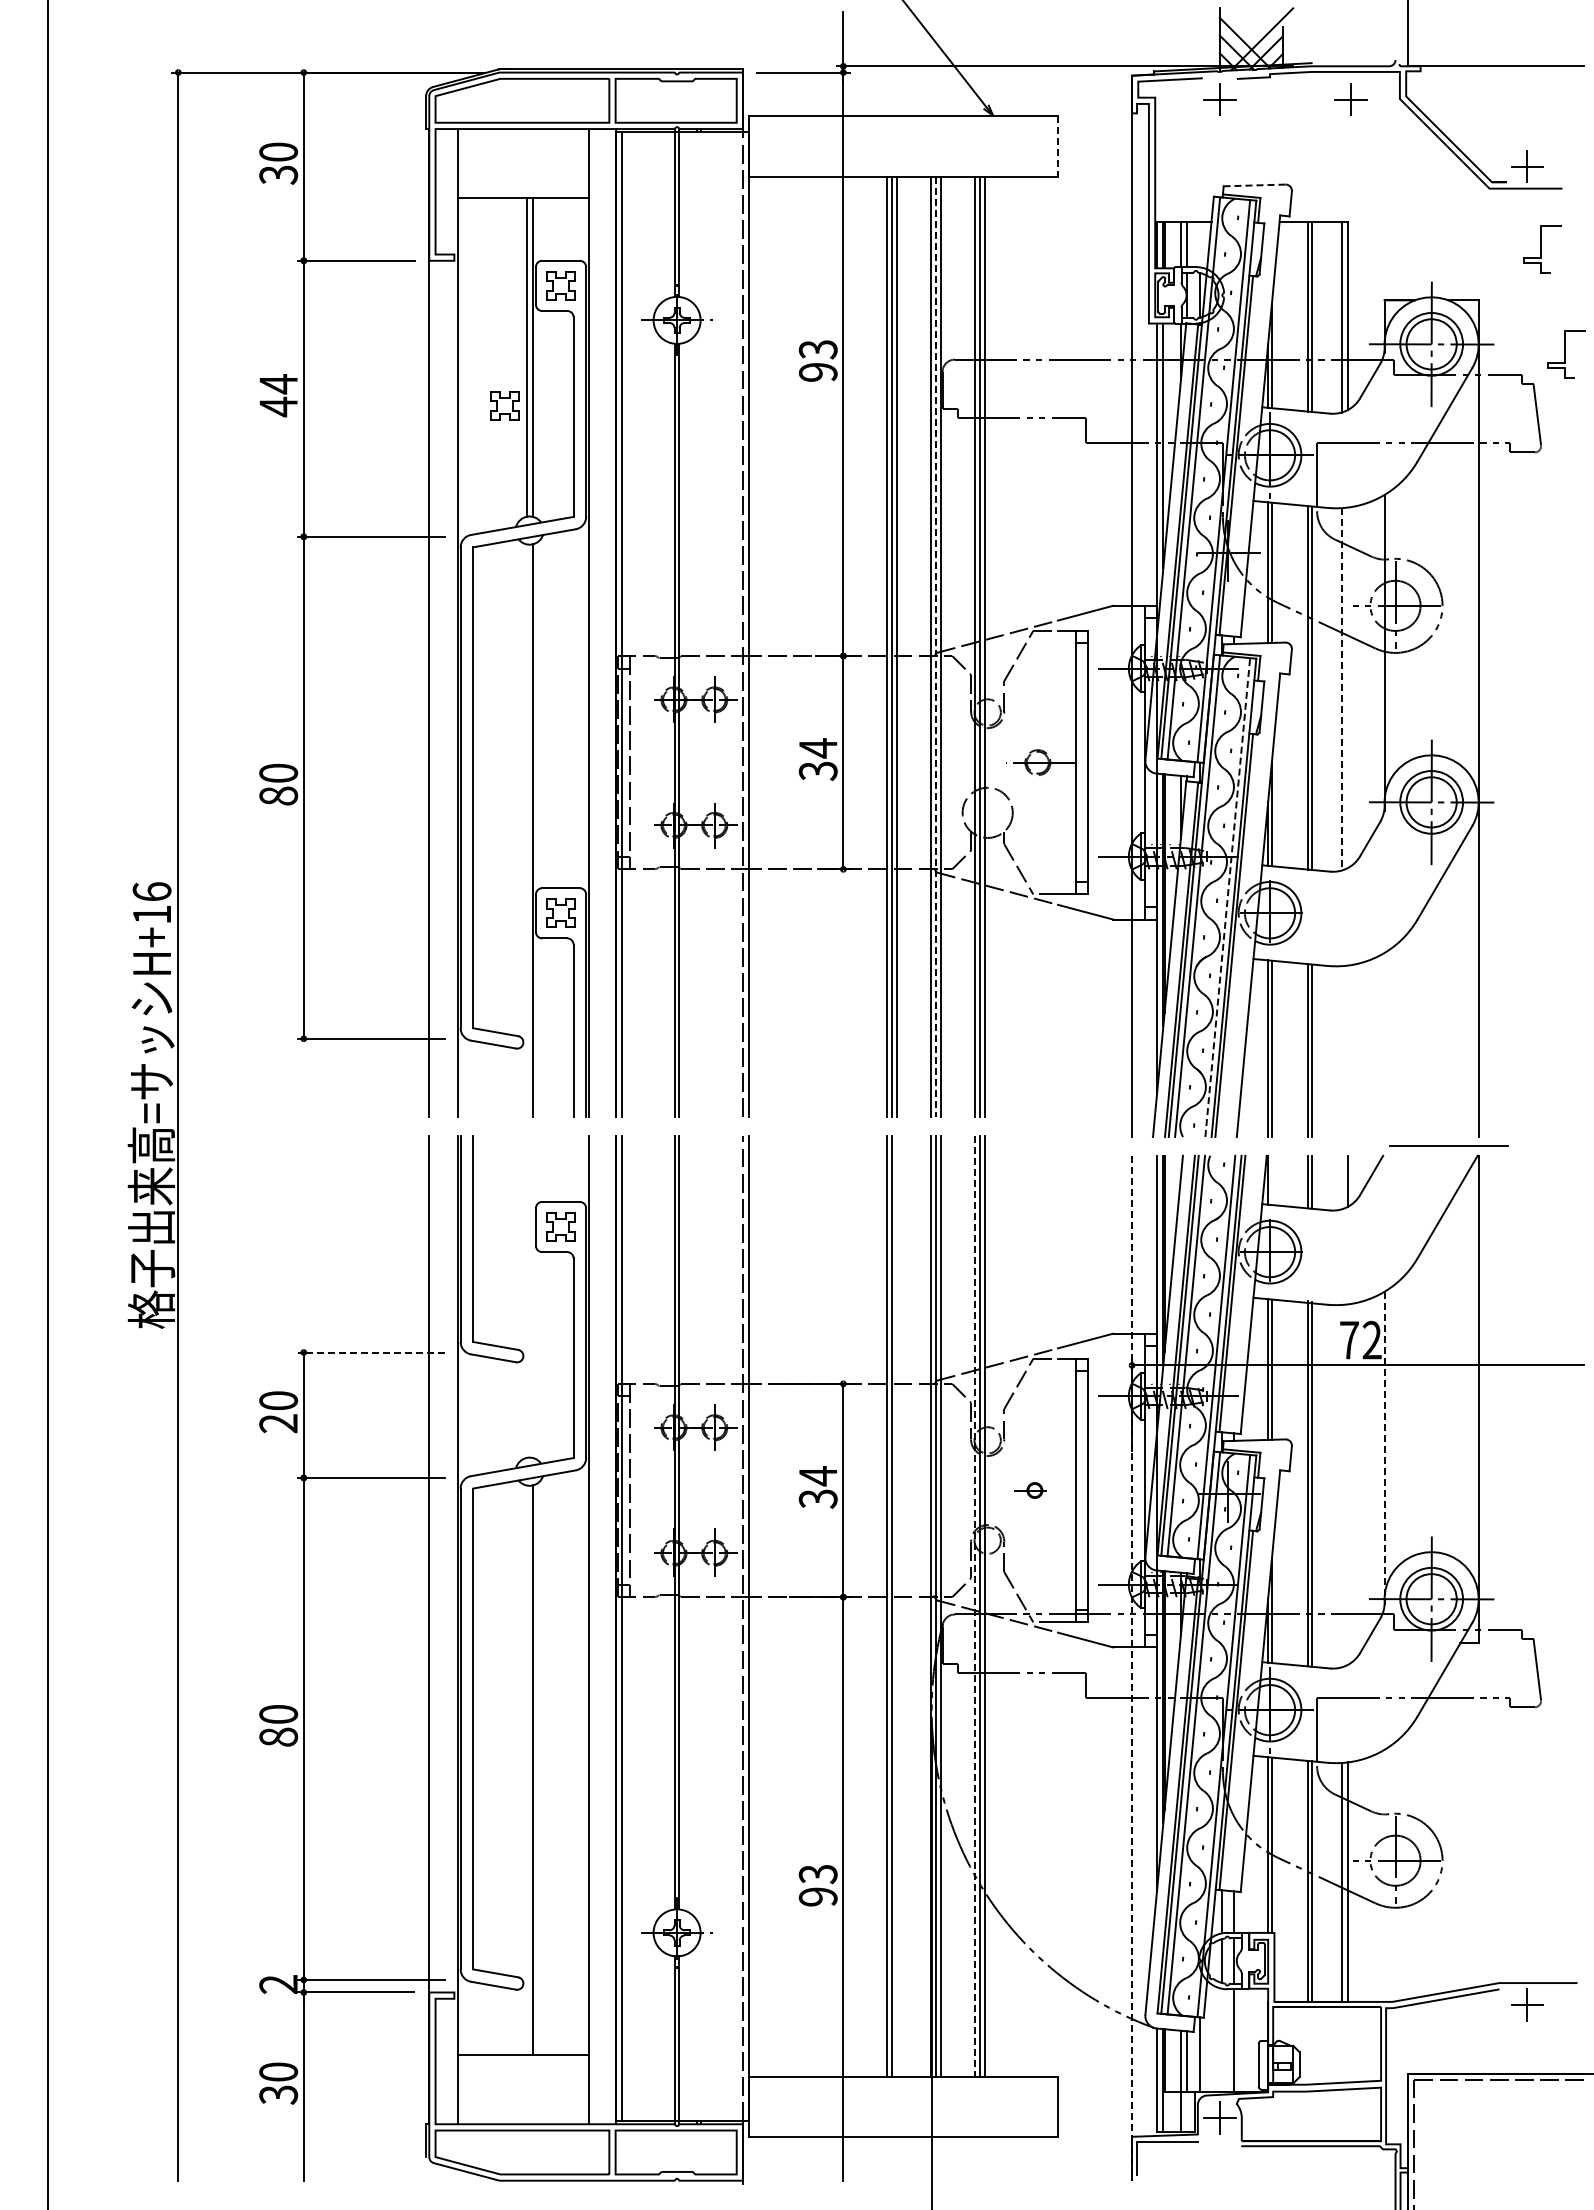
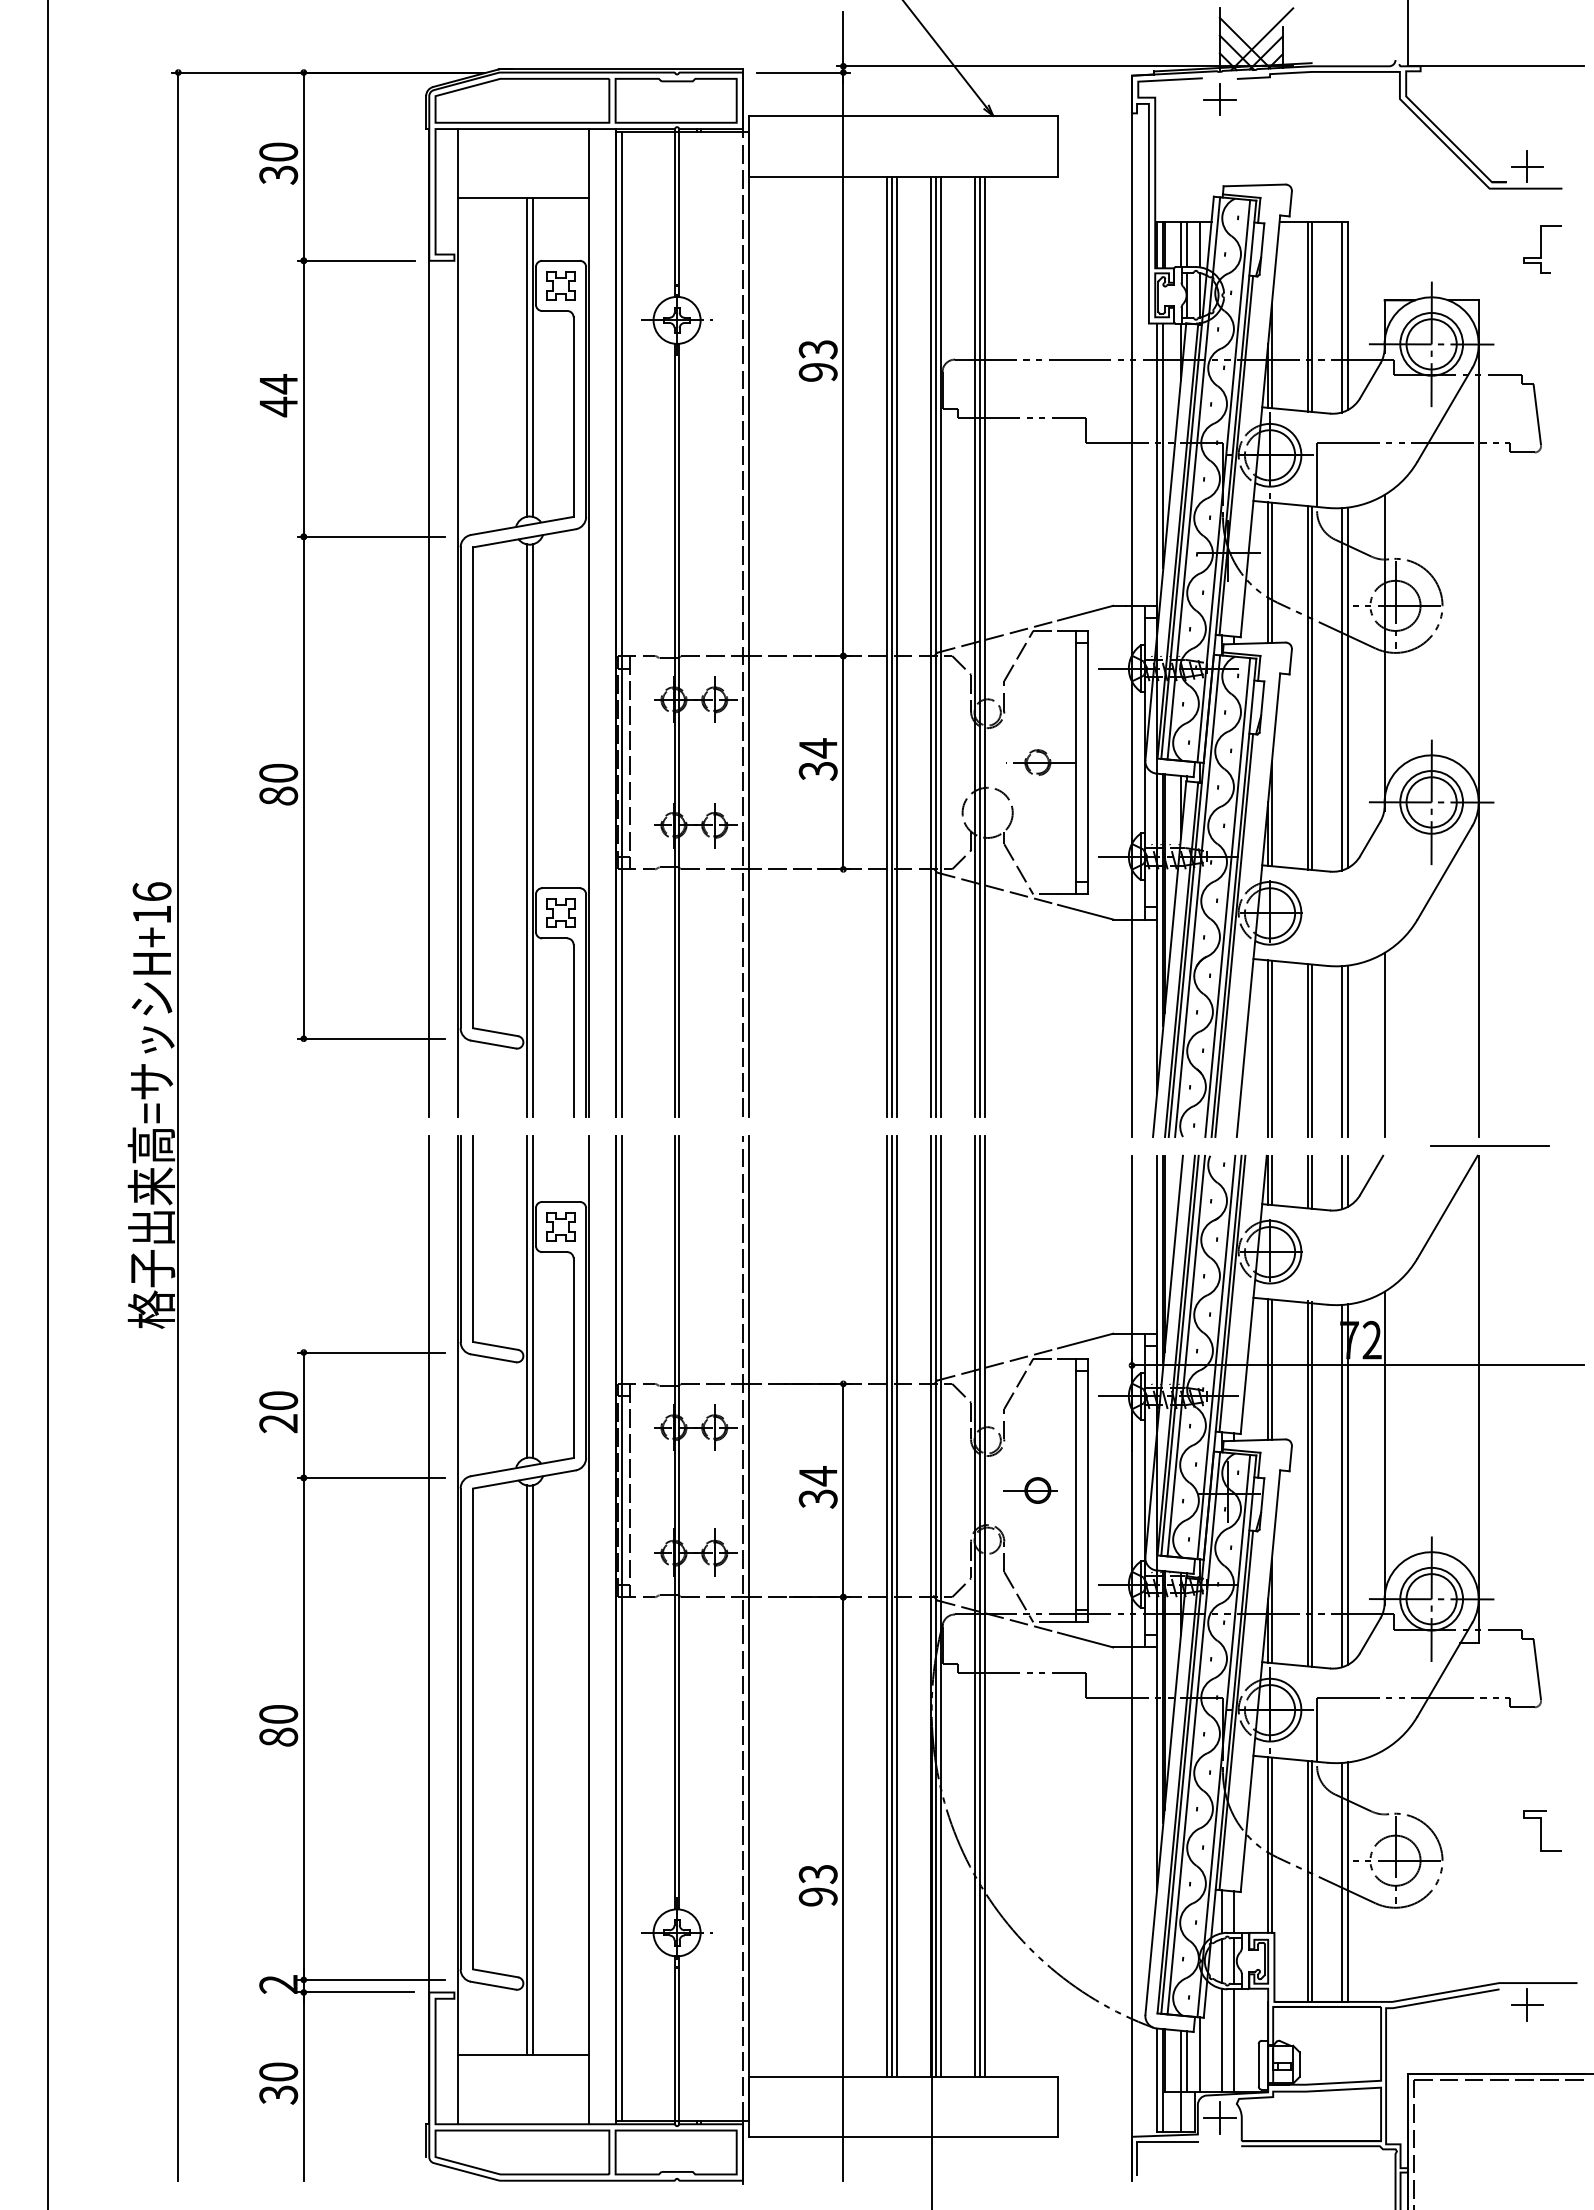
part at (1350, 99): present -> none
line at (1057, 146): dashed -> solid
line at (1254, 185): dashed -> solid
line at (1199, 244): none -> present
curve at (1565, 354): present -> none
part at (504, 405): present -> none
line at (935, 647): dashed -> solid
line at (1347, 687): none -> present
line at (1341, 689): dashed -> solid
line at (526, 830): none -> present
line at (1227, 897): dashed -> solid
line at (1384, 1044): none -> present
line at (1341, 1051): none -> present
line at (1347, 1051): none -> present
line at (1448, 1145) position: (1448, 1145) -> (1489, 1145)
line at (1271, 1180): none -> present
line at (1341, 1182): none -> present
line at (526, 1296): none -> present
line at (532, 1296): none -> present
line at (371, 1352): dashed -> solid
line at (1384, 1448): dashed -> solid
line at (1347, 1484): none -> present
line at (1341, 1486): none -> present
part at (1030, 1490) size: 33x17 px -> 55x27 px
line at (897, 1606): none -> present
line at (974, 1606): dashed -> solid
line at (1132, 1668): dashed -> solid
line at (526, 1770): none -> present
curve at (1541, 1830): none -> present
line at (1221, 2039): none -> present
